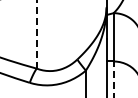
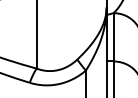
line at (36, 34): dashed -> solid
line at (113, 79): dashed -> solid
